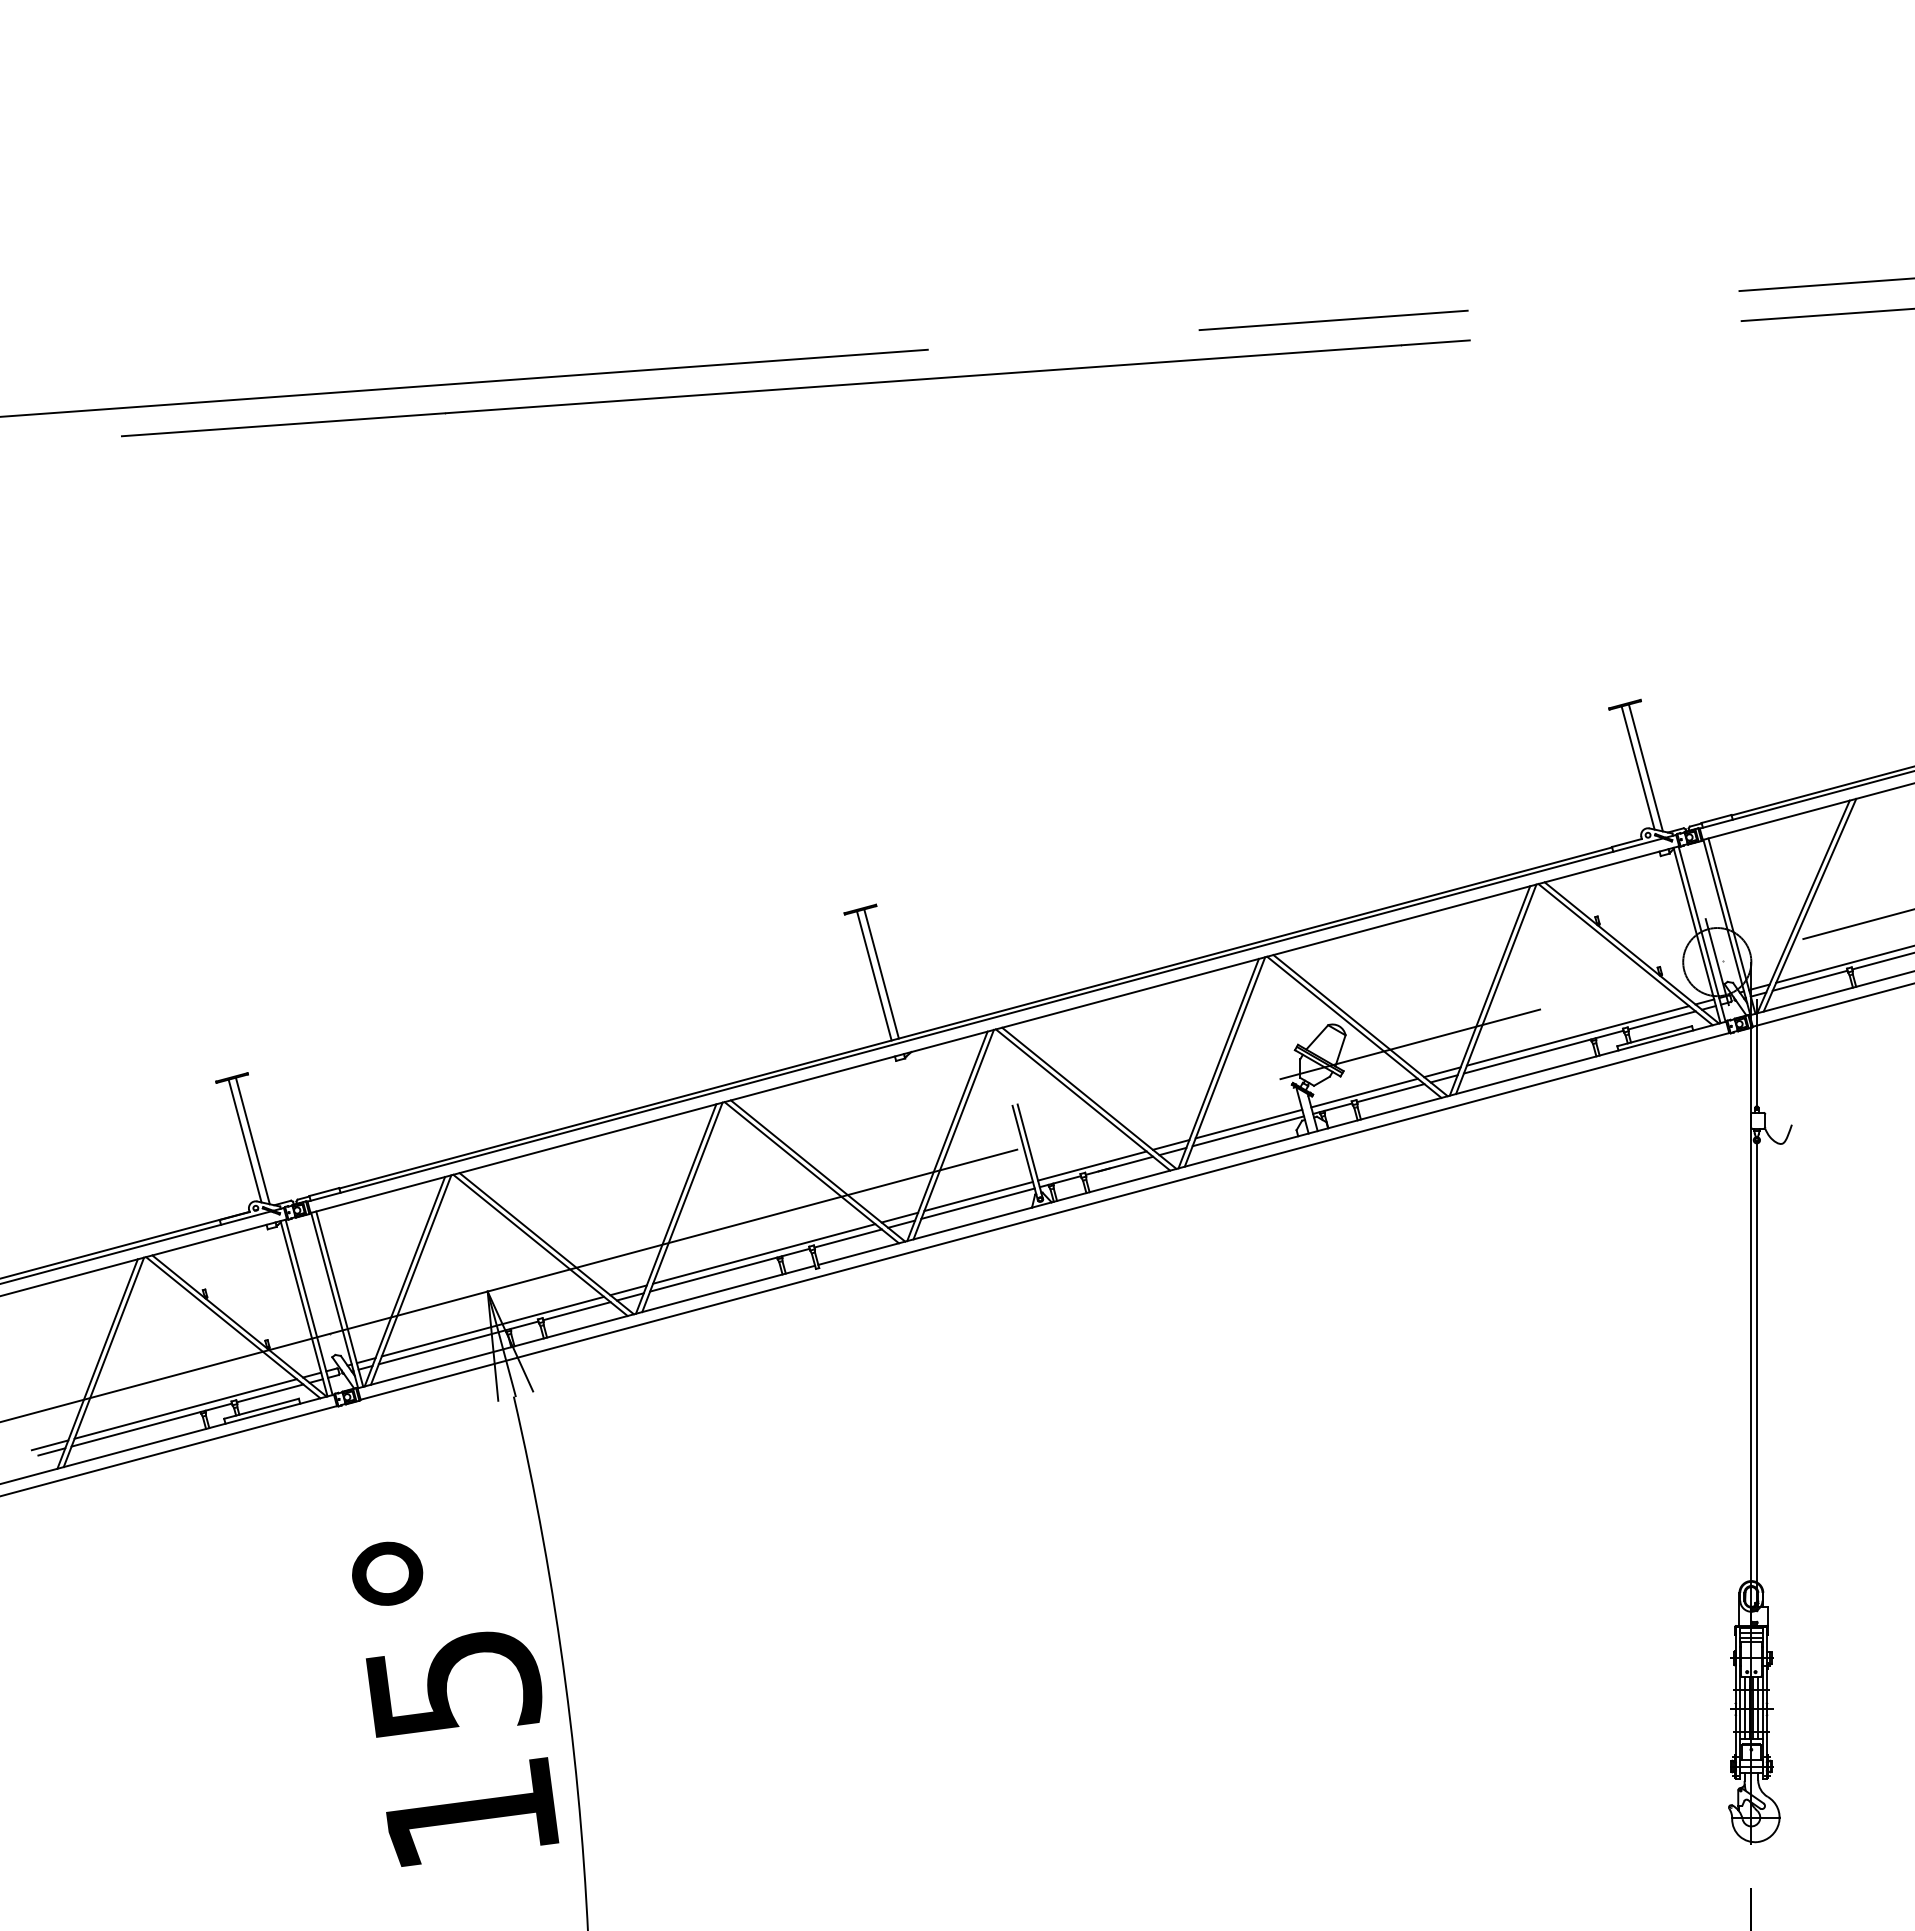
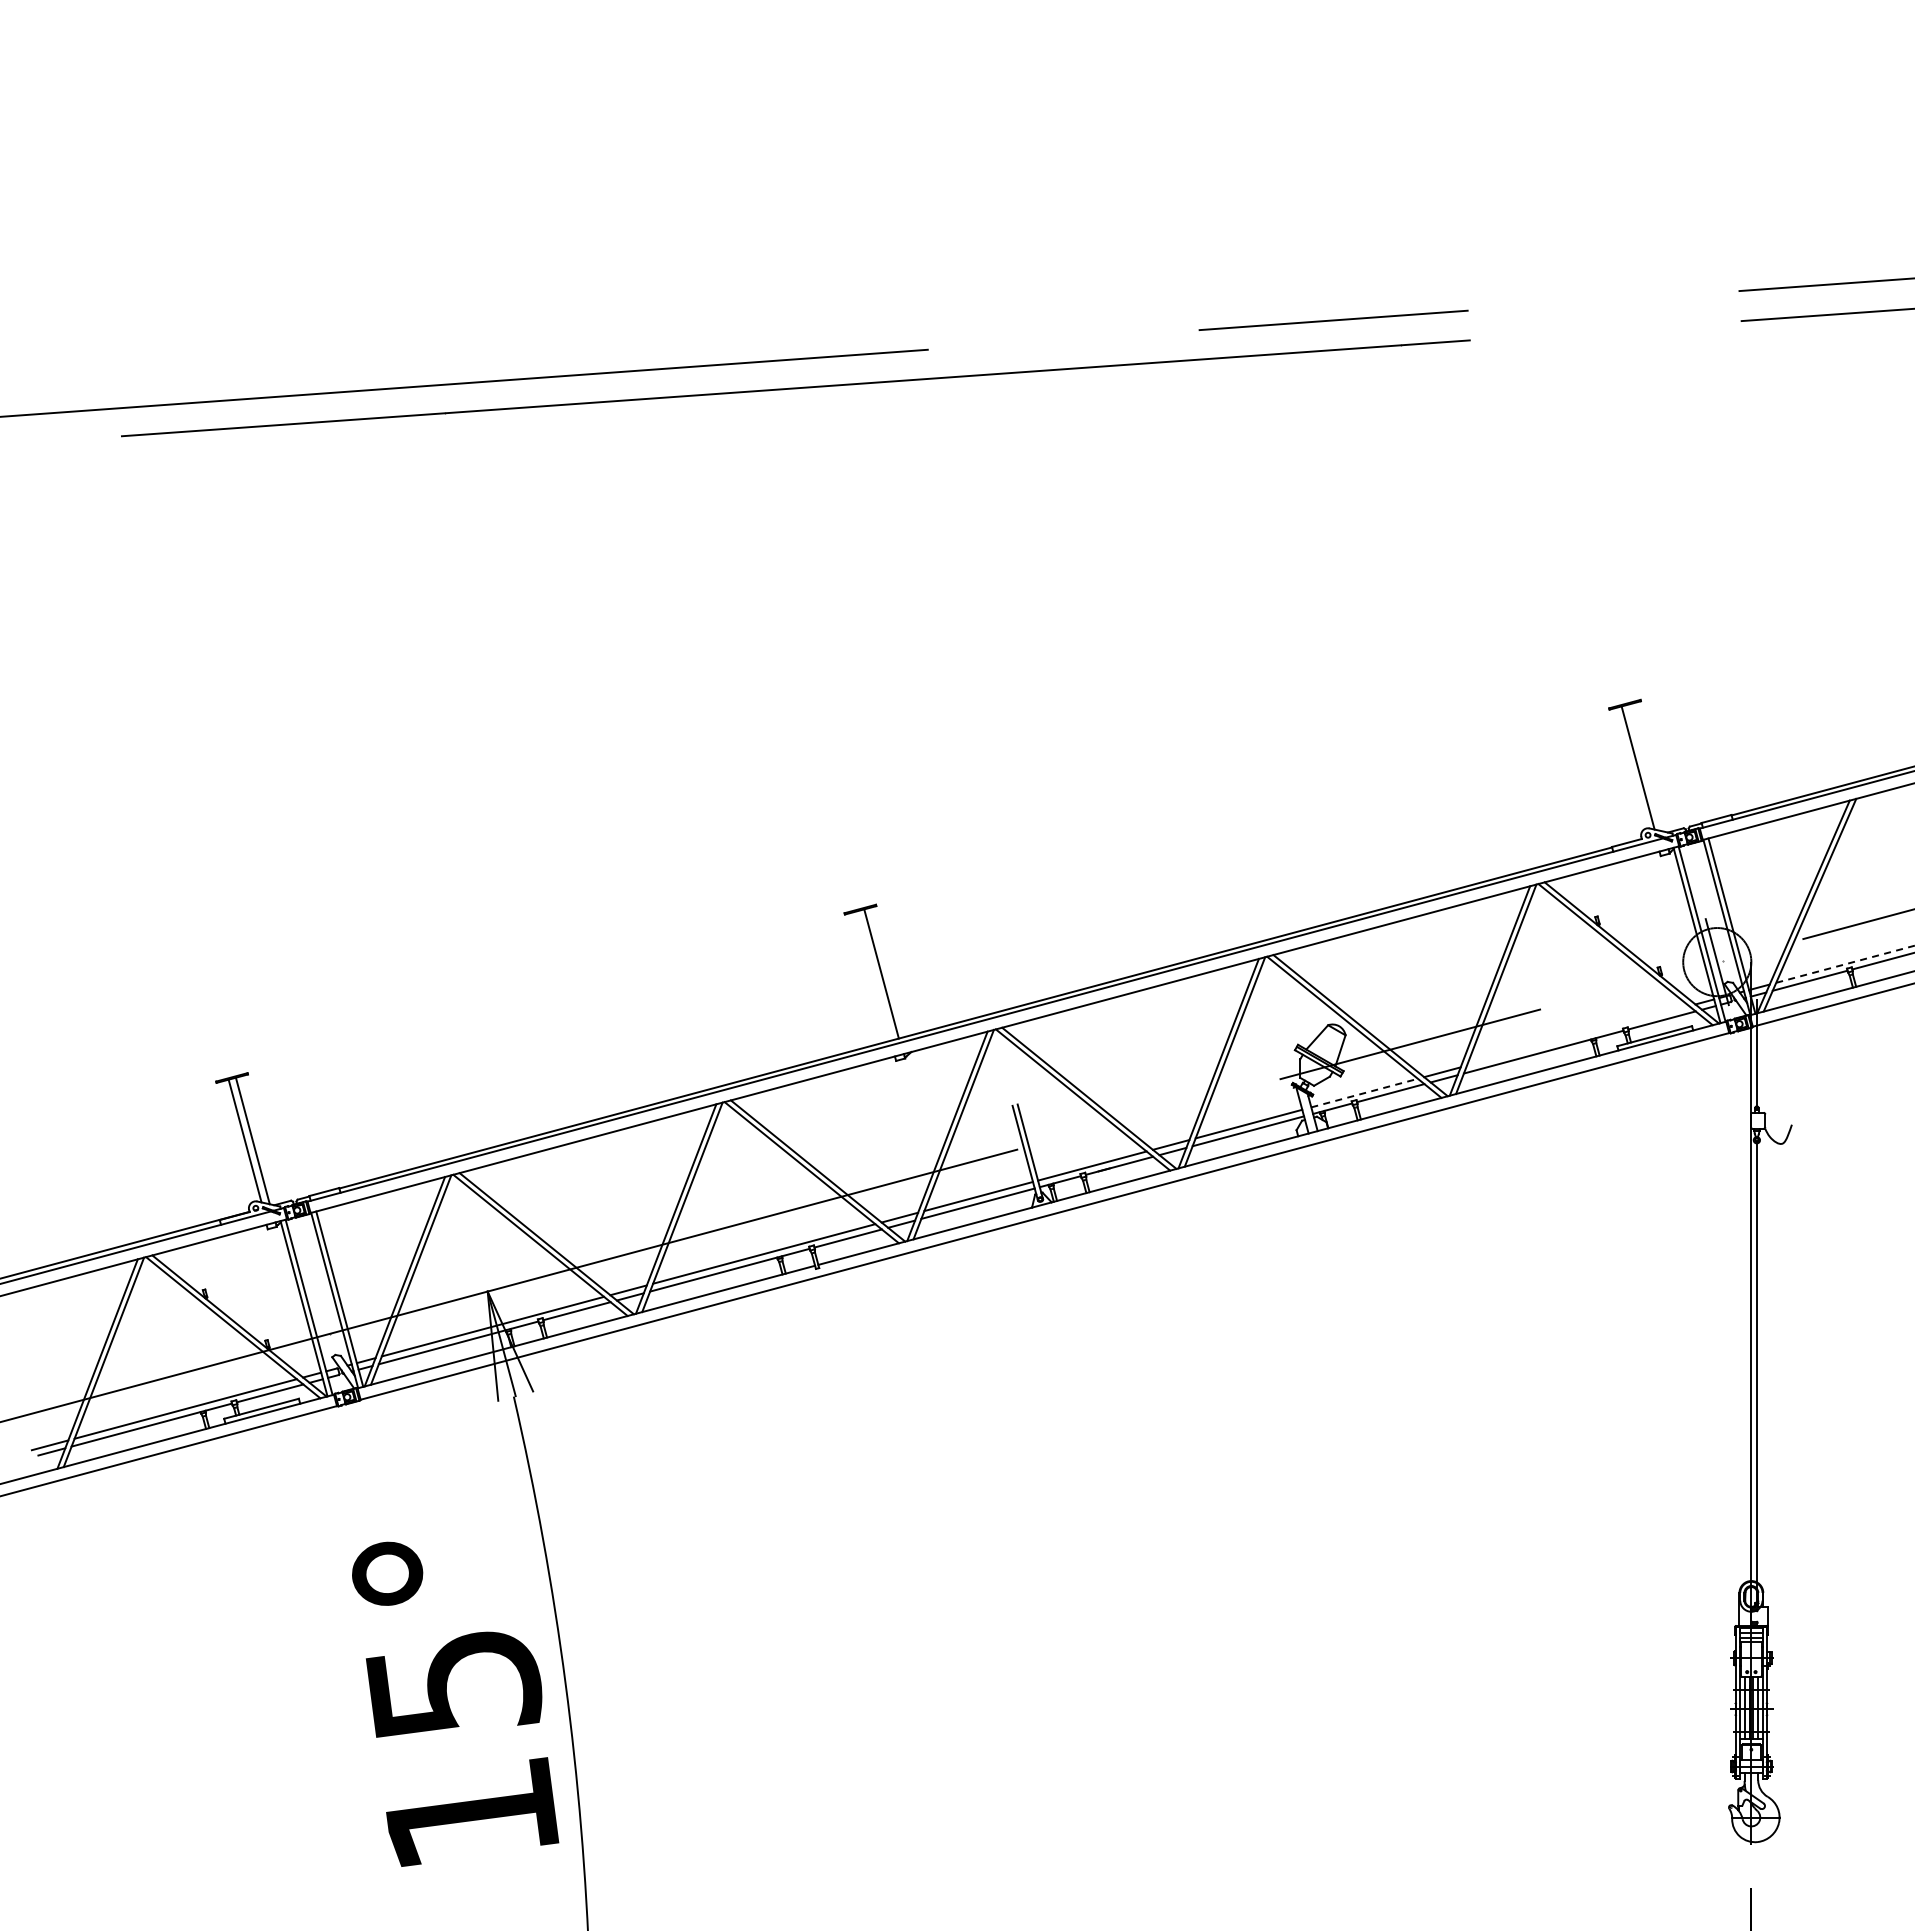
line at (1645, 767): present -> none
line at (1845, 964): solid -> dashed
line at (874, 975): present -> none
line at (1577, 1035): present -> none
line at (1365, 1092): solid -> dashed
